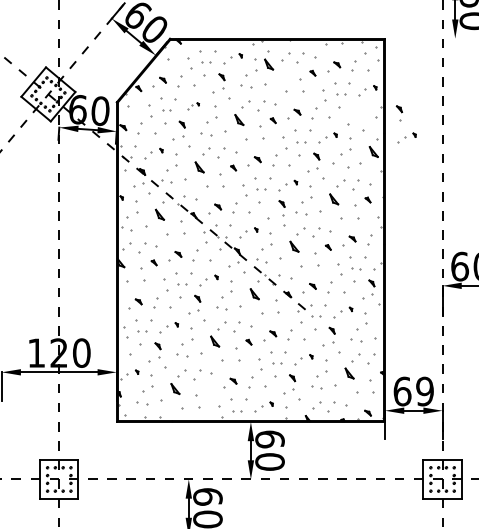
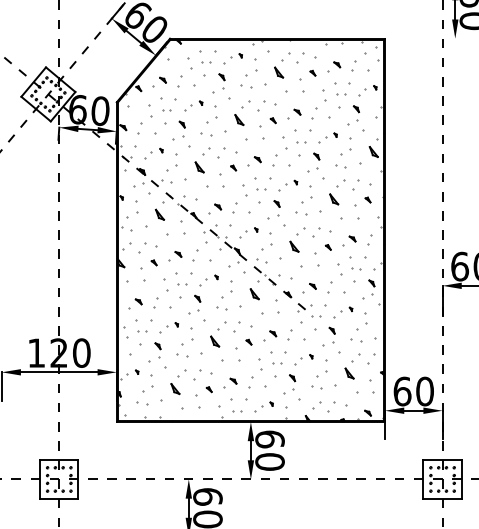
part at (269, 64) position: (269, 64) -> (279, 72)
part at (193, 106) size: 13x9 px -> 20x12 px
part at (398, 113) position: (398, 113) -> (355, 113)
part at (406, 137): present -> none
part at (340, 165) size: 18x7 px -> 12x5 px
part at (281, 208) position: (281, 208) -> (276, 208)
part at (208, 389): none -> present
text at (424, 391): 69 -> 60
